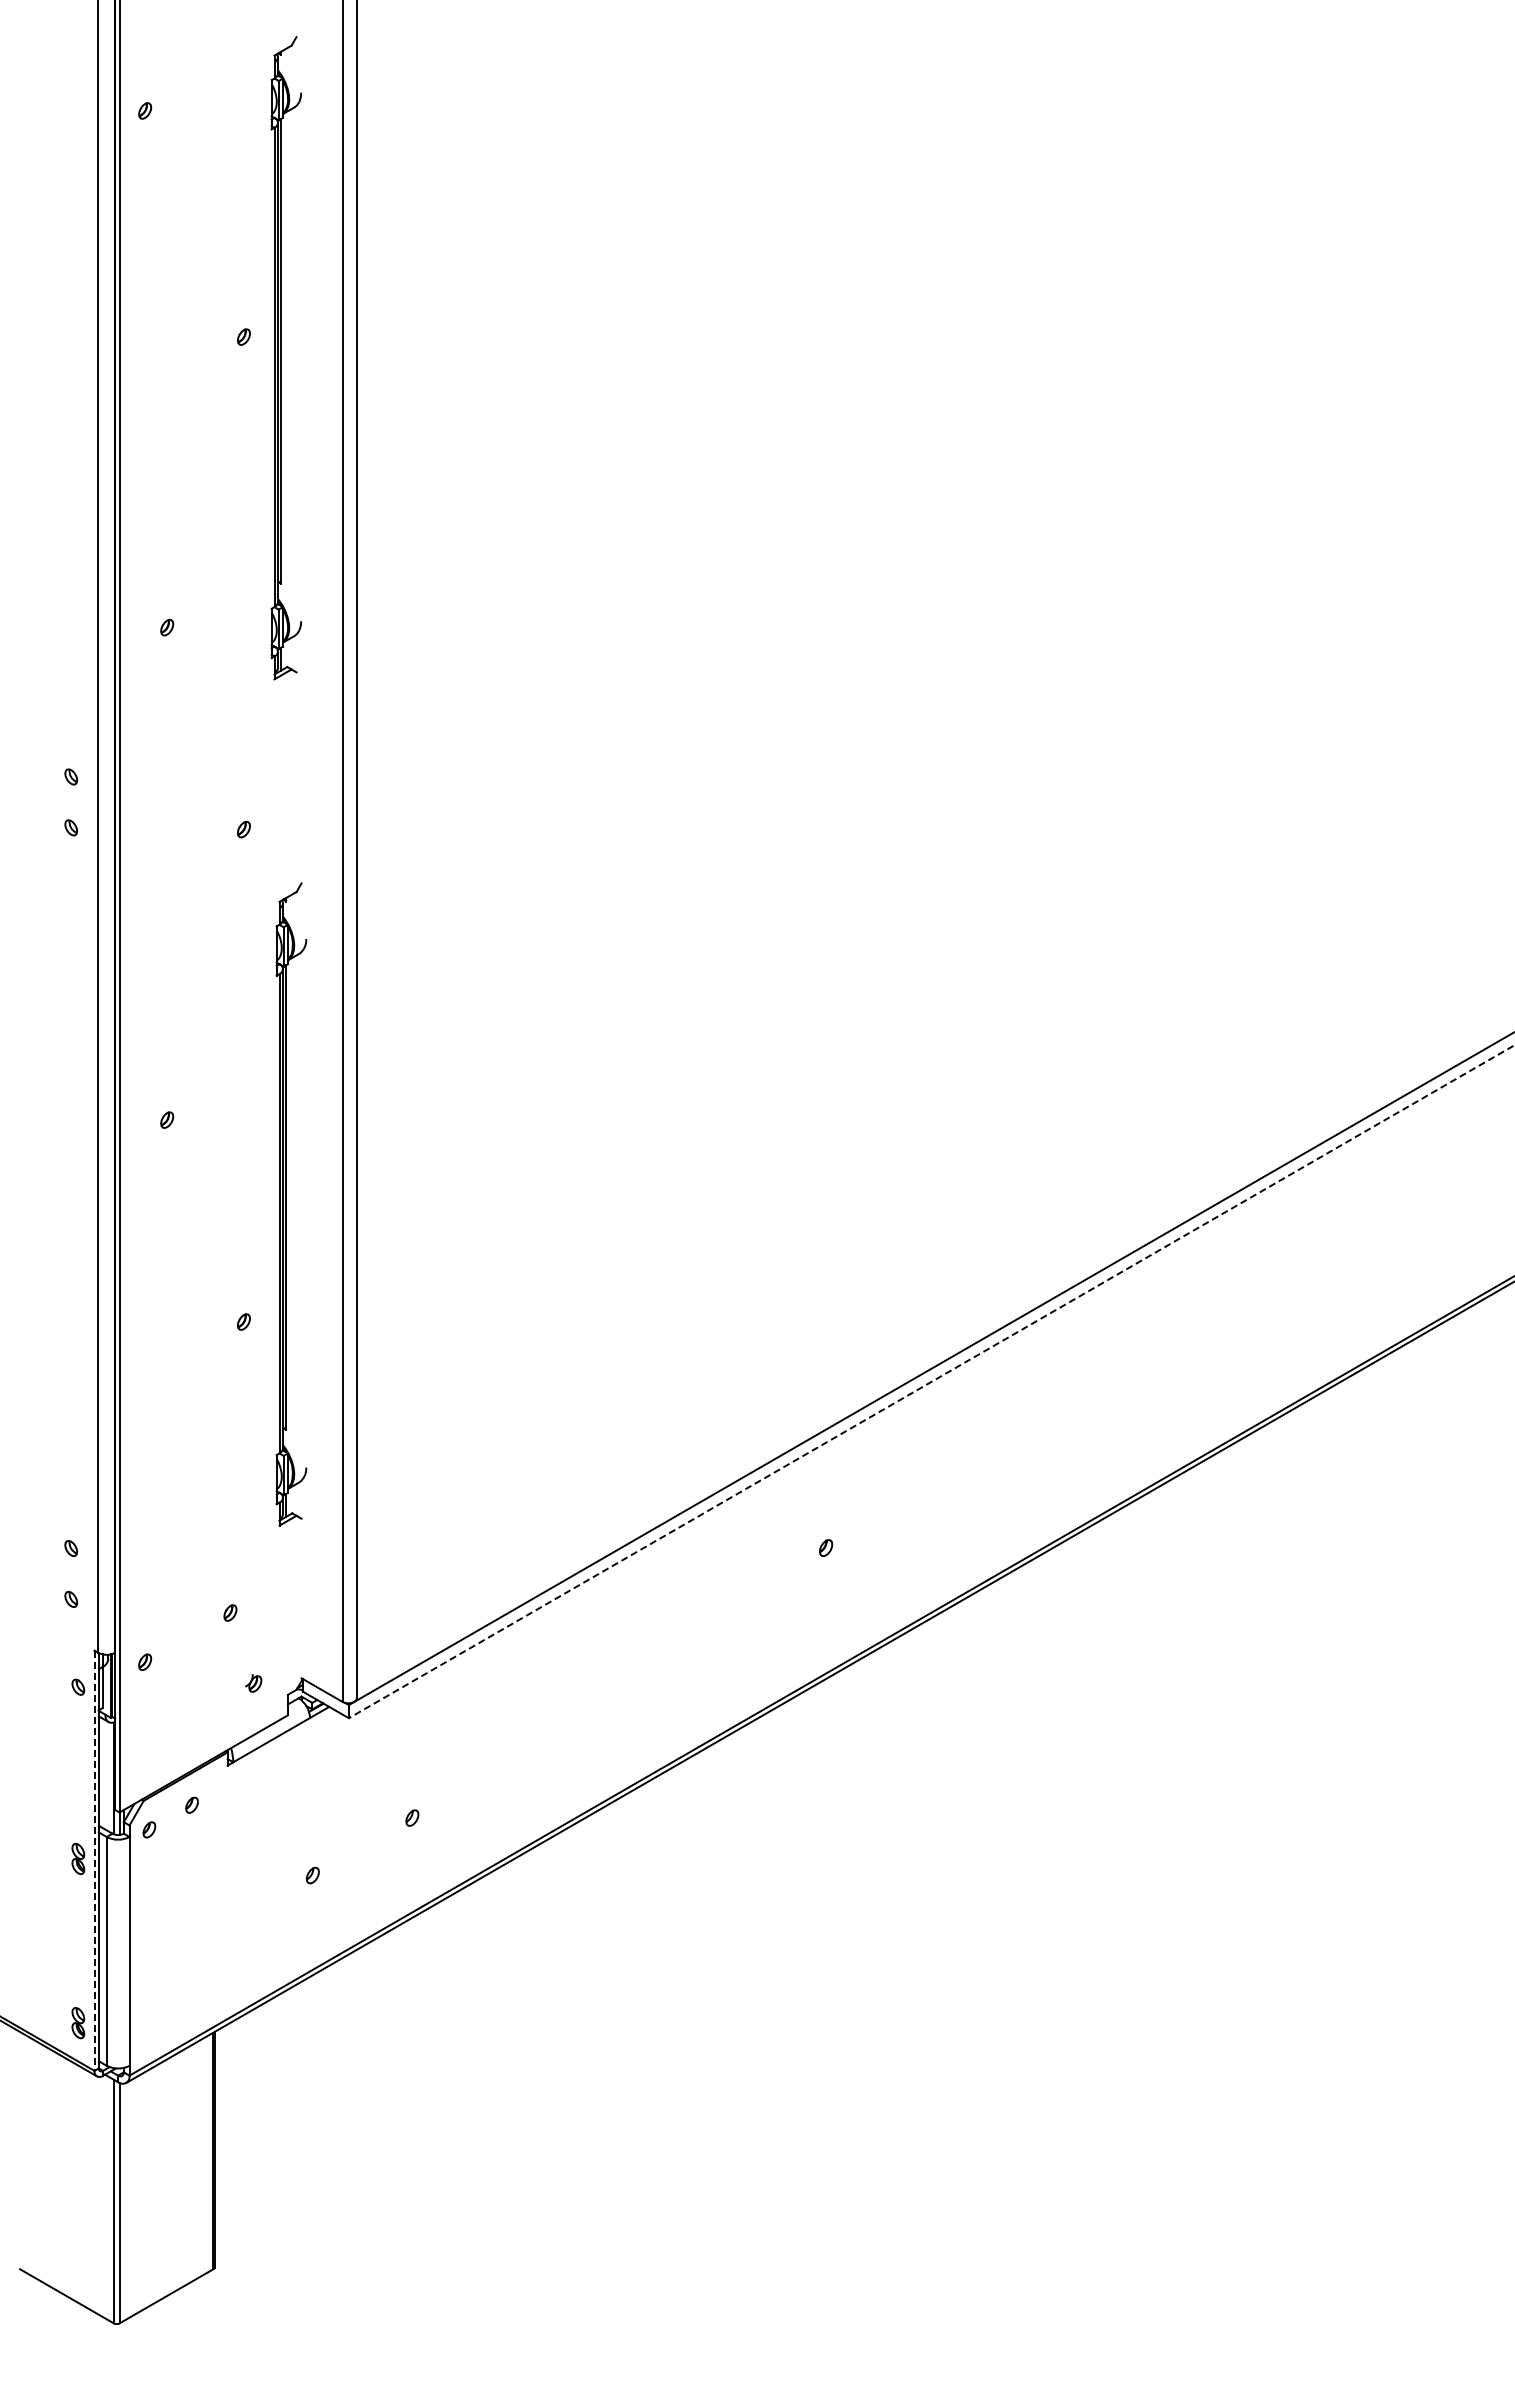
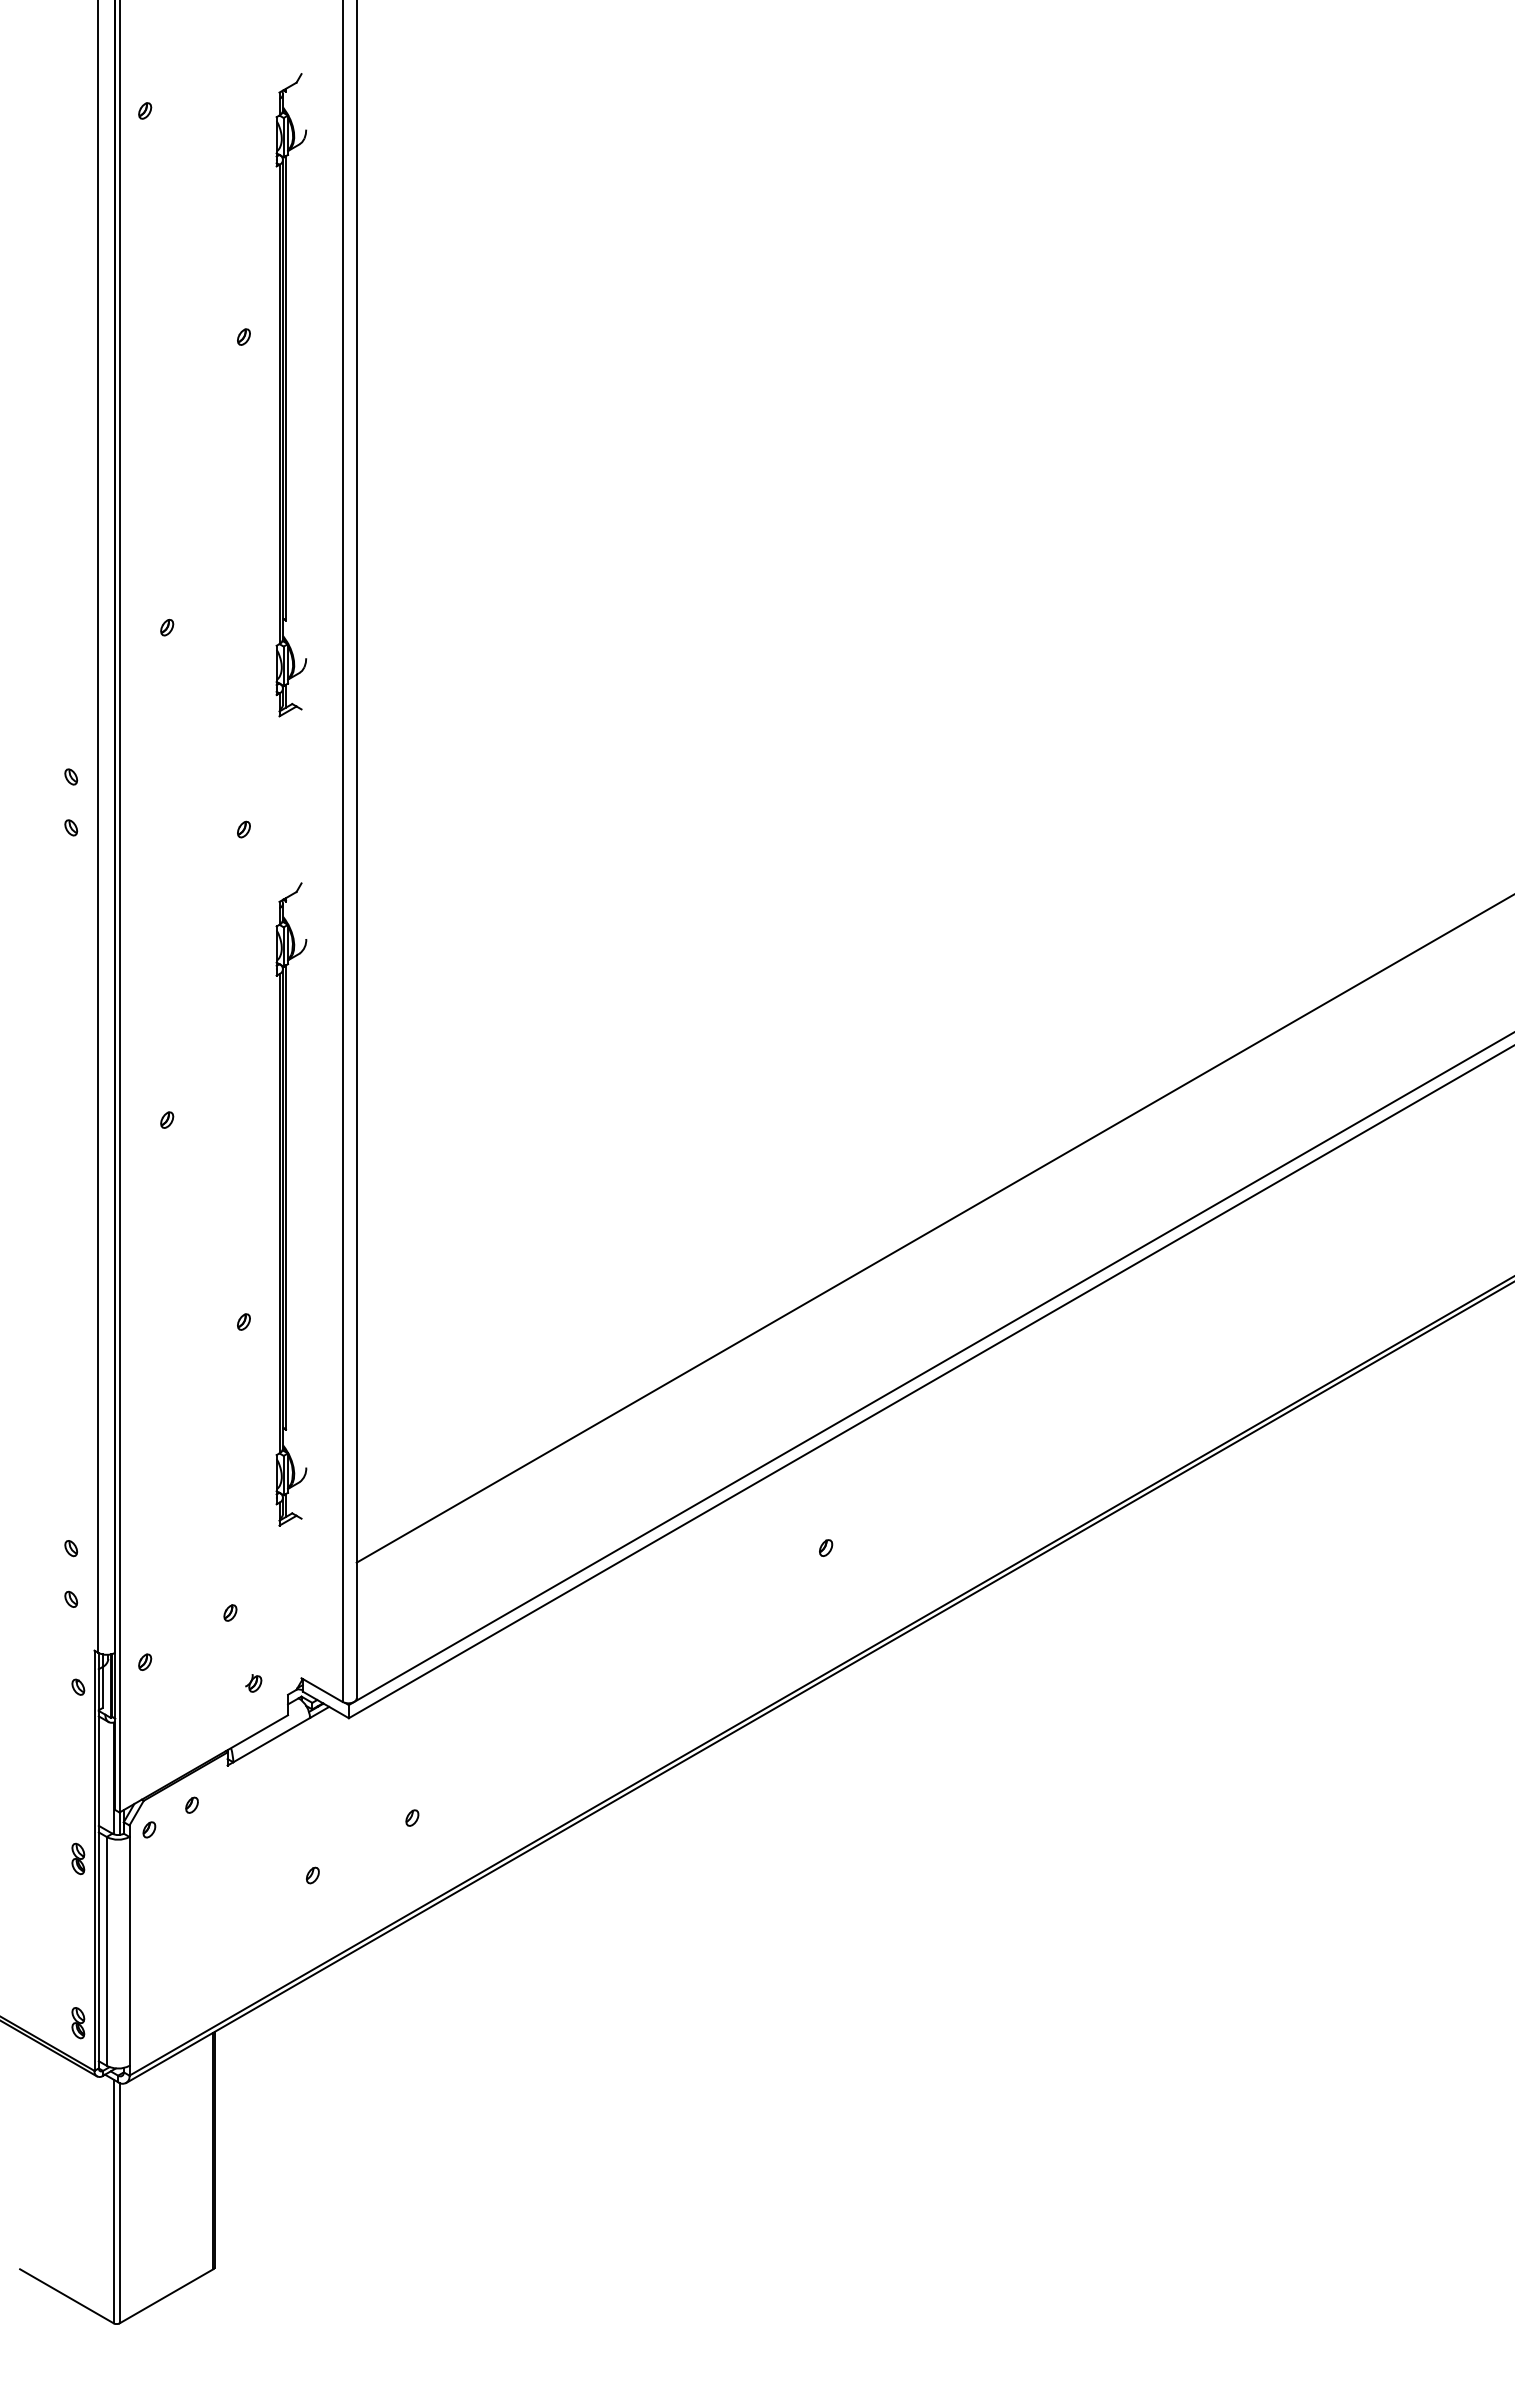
part at (286, 358) position: (286, 358) -> (291, 395)
line at (933, 1229): none -> present
line at (931, 1381): dashed -> solid
line at (94, 1861): dashed -> solid
